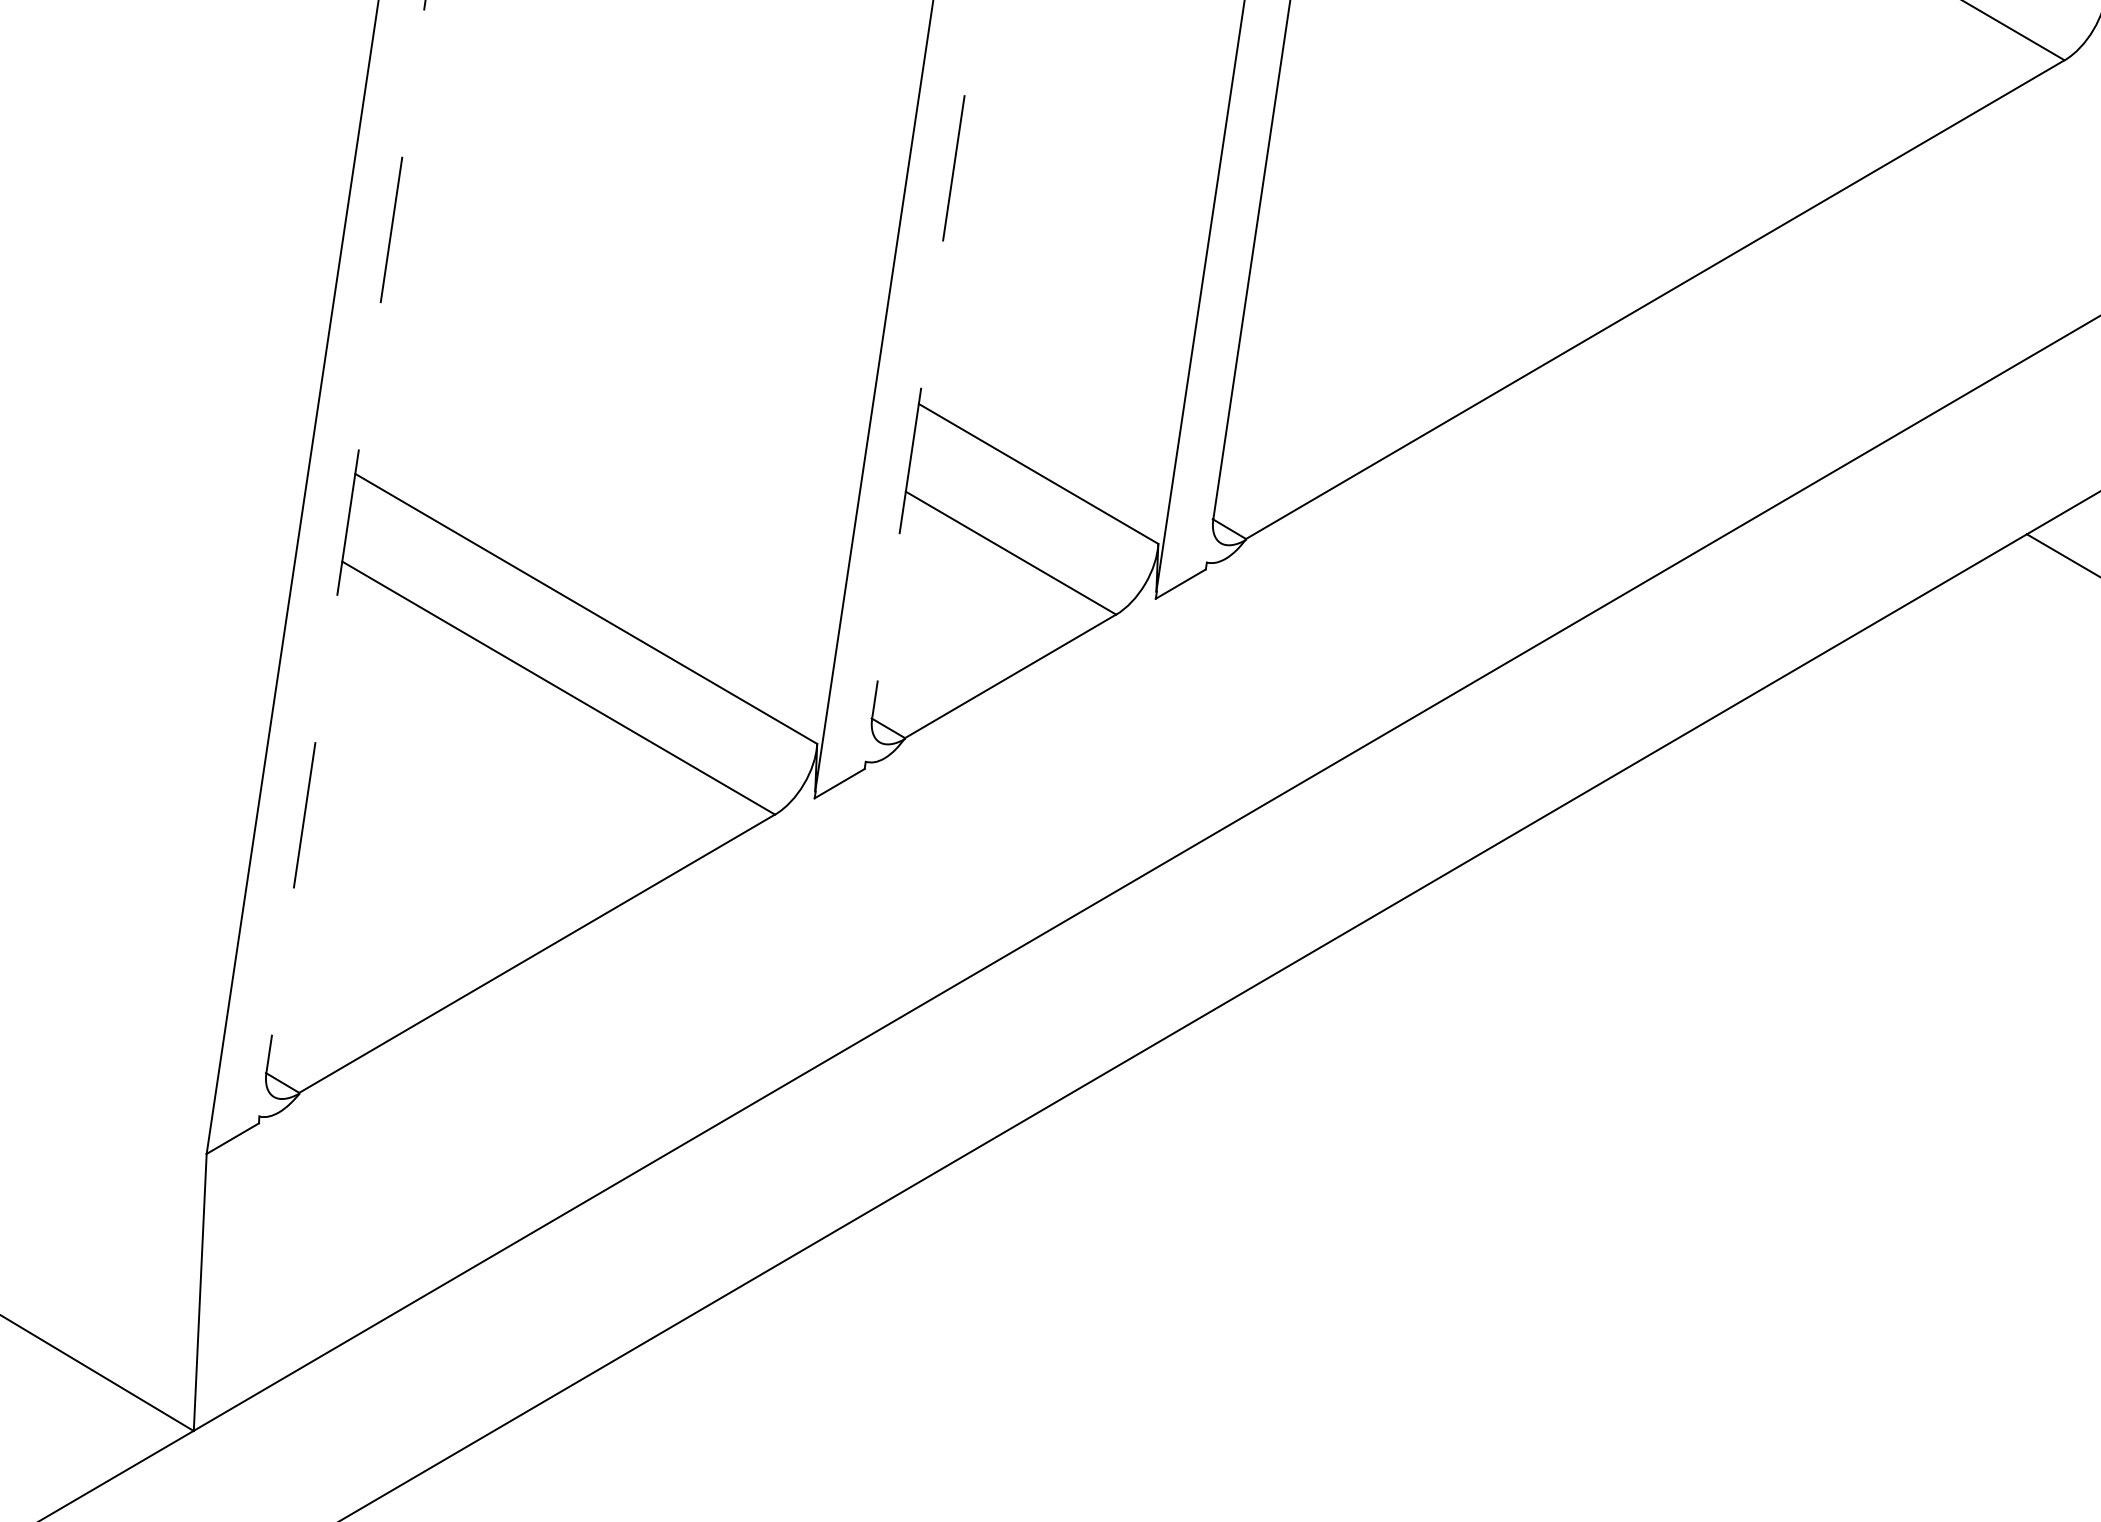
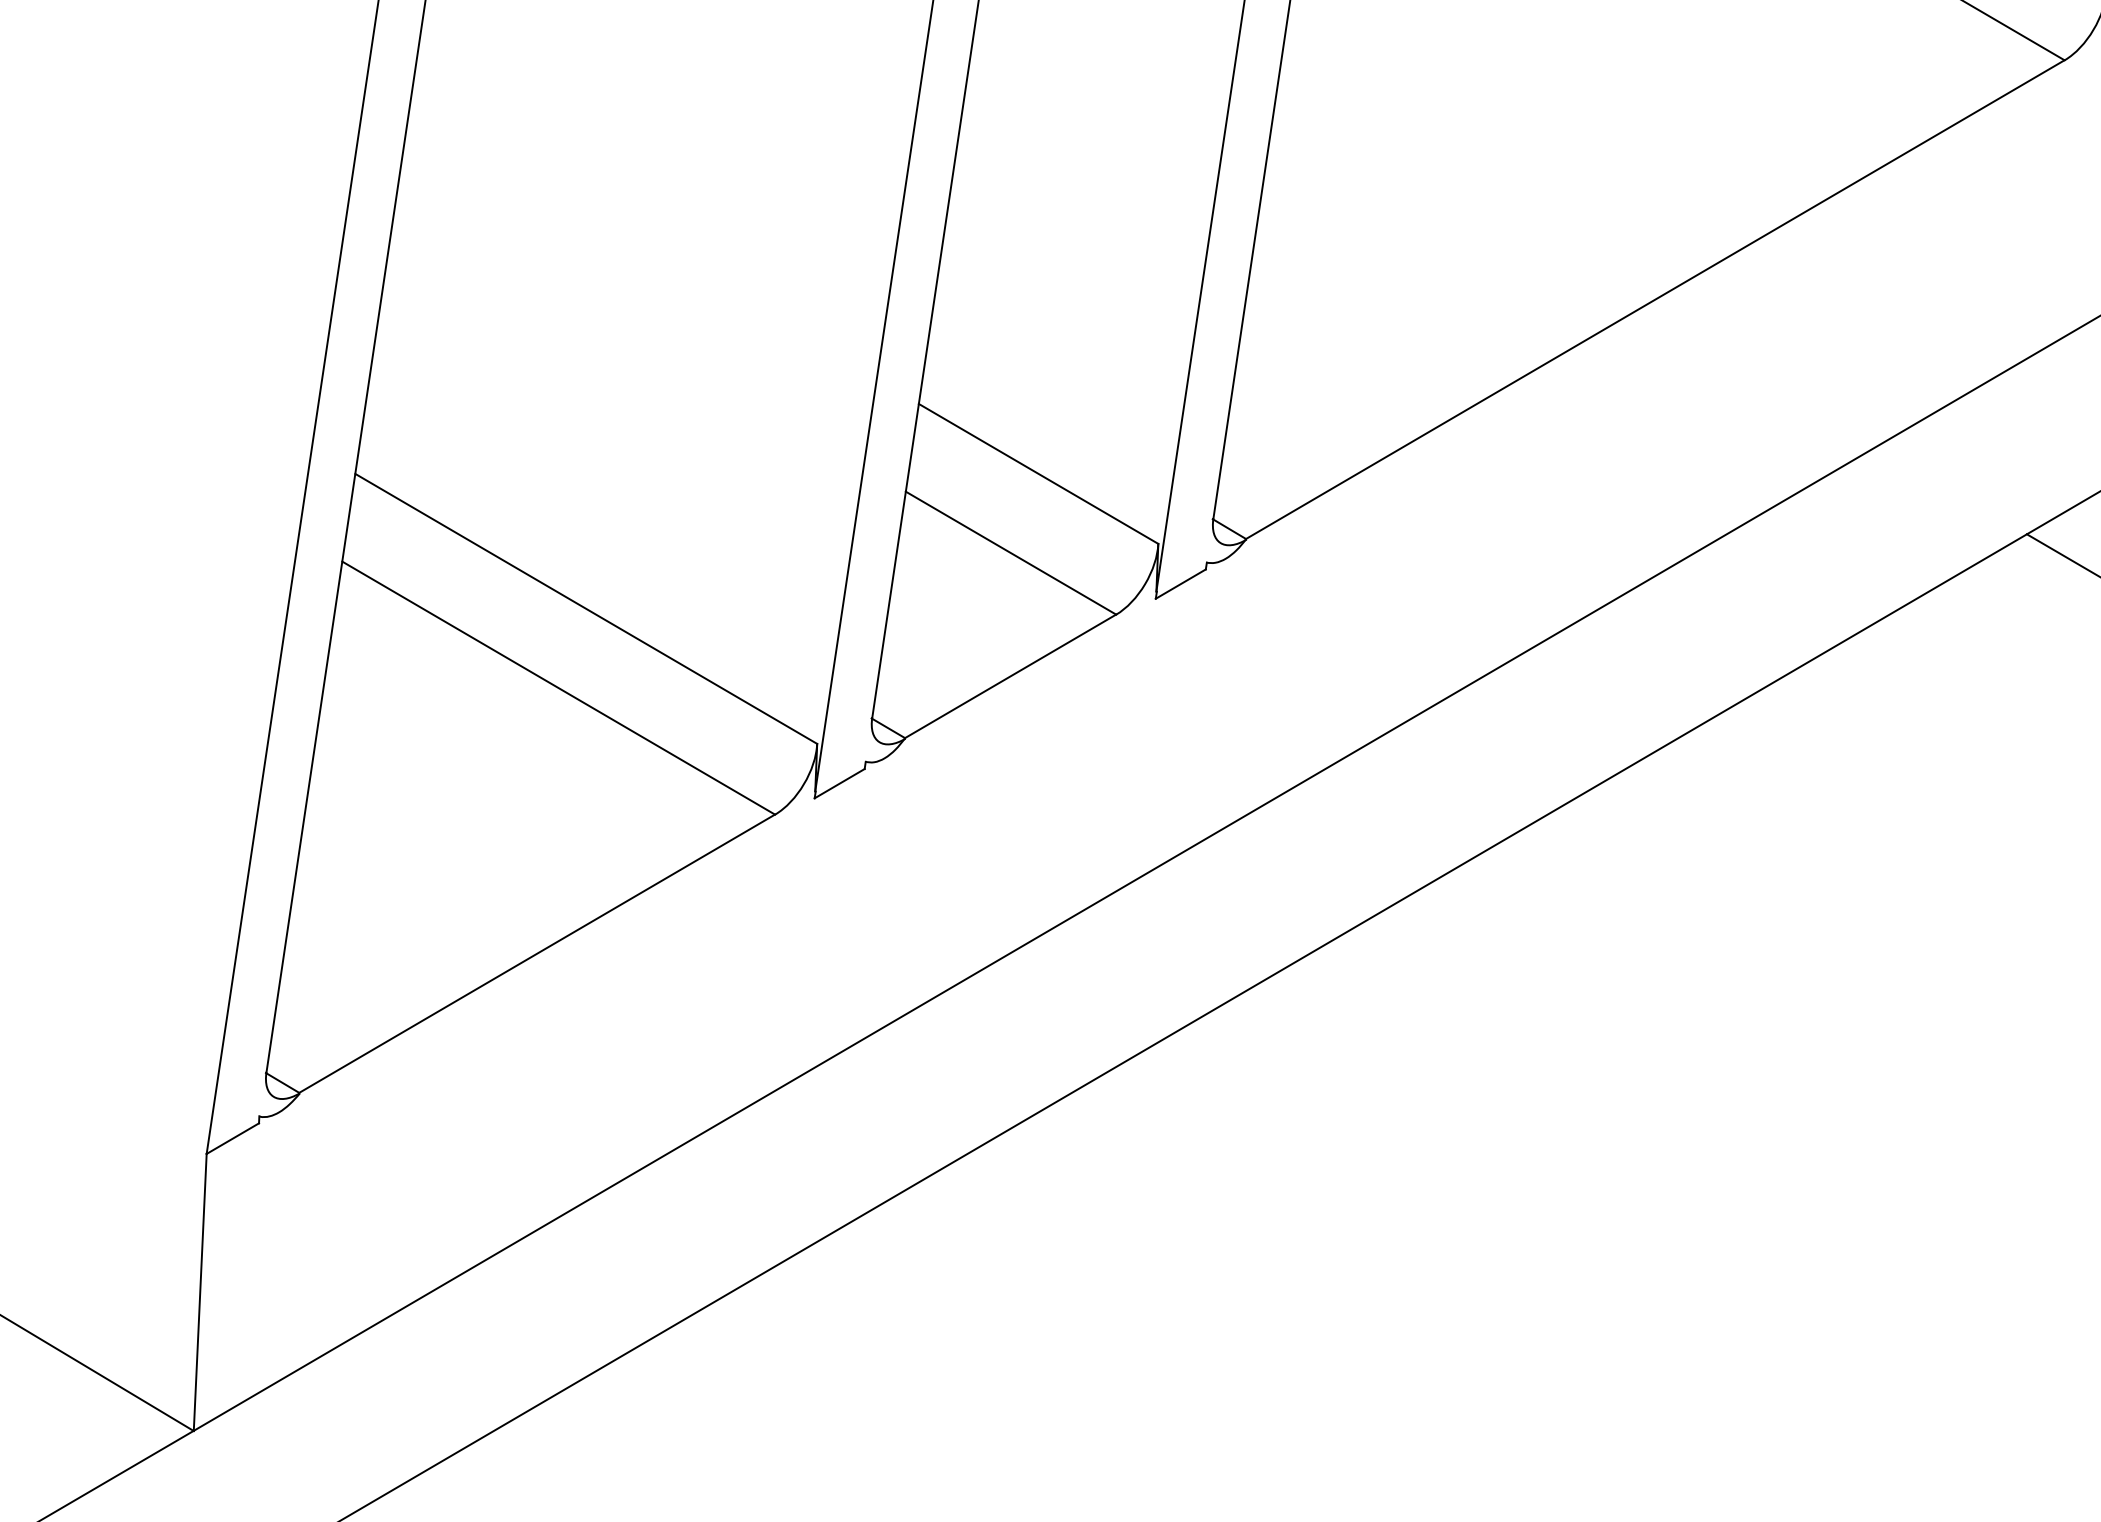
line at (925, 359): dashed -> solid
line at (345, 536): dashed -> solid
